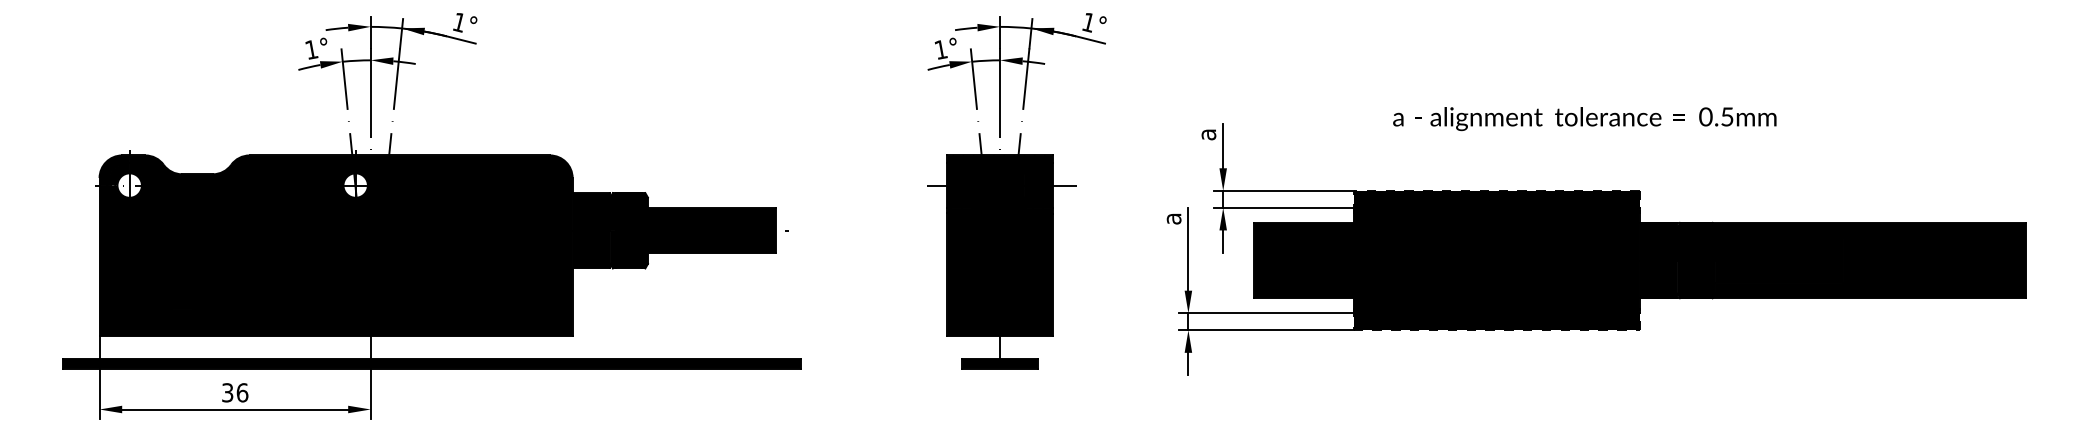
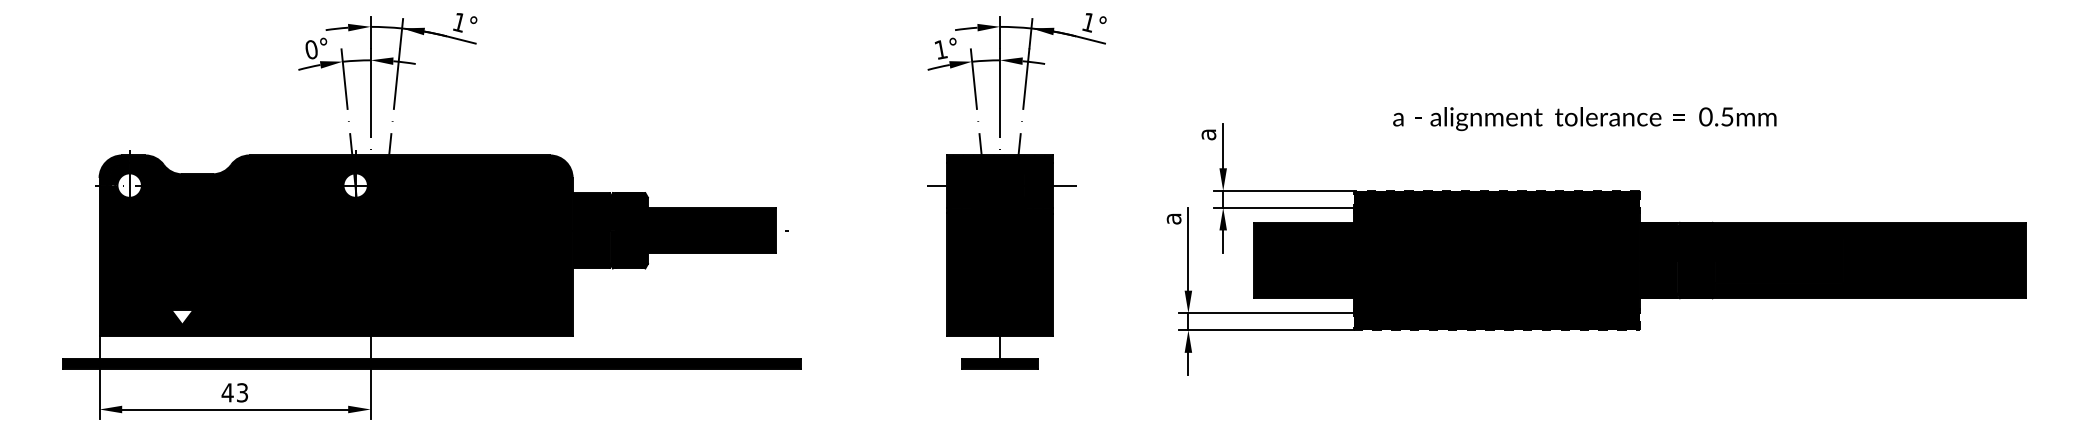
text at (311, 49): 1° -> 0°
fill at (182, 316): present -> none
text at (234, 392): 36 -> 43
